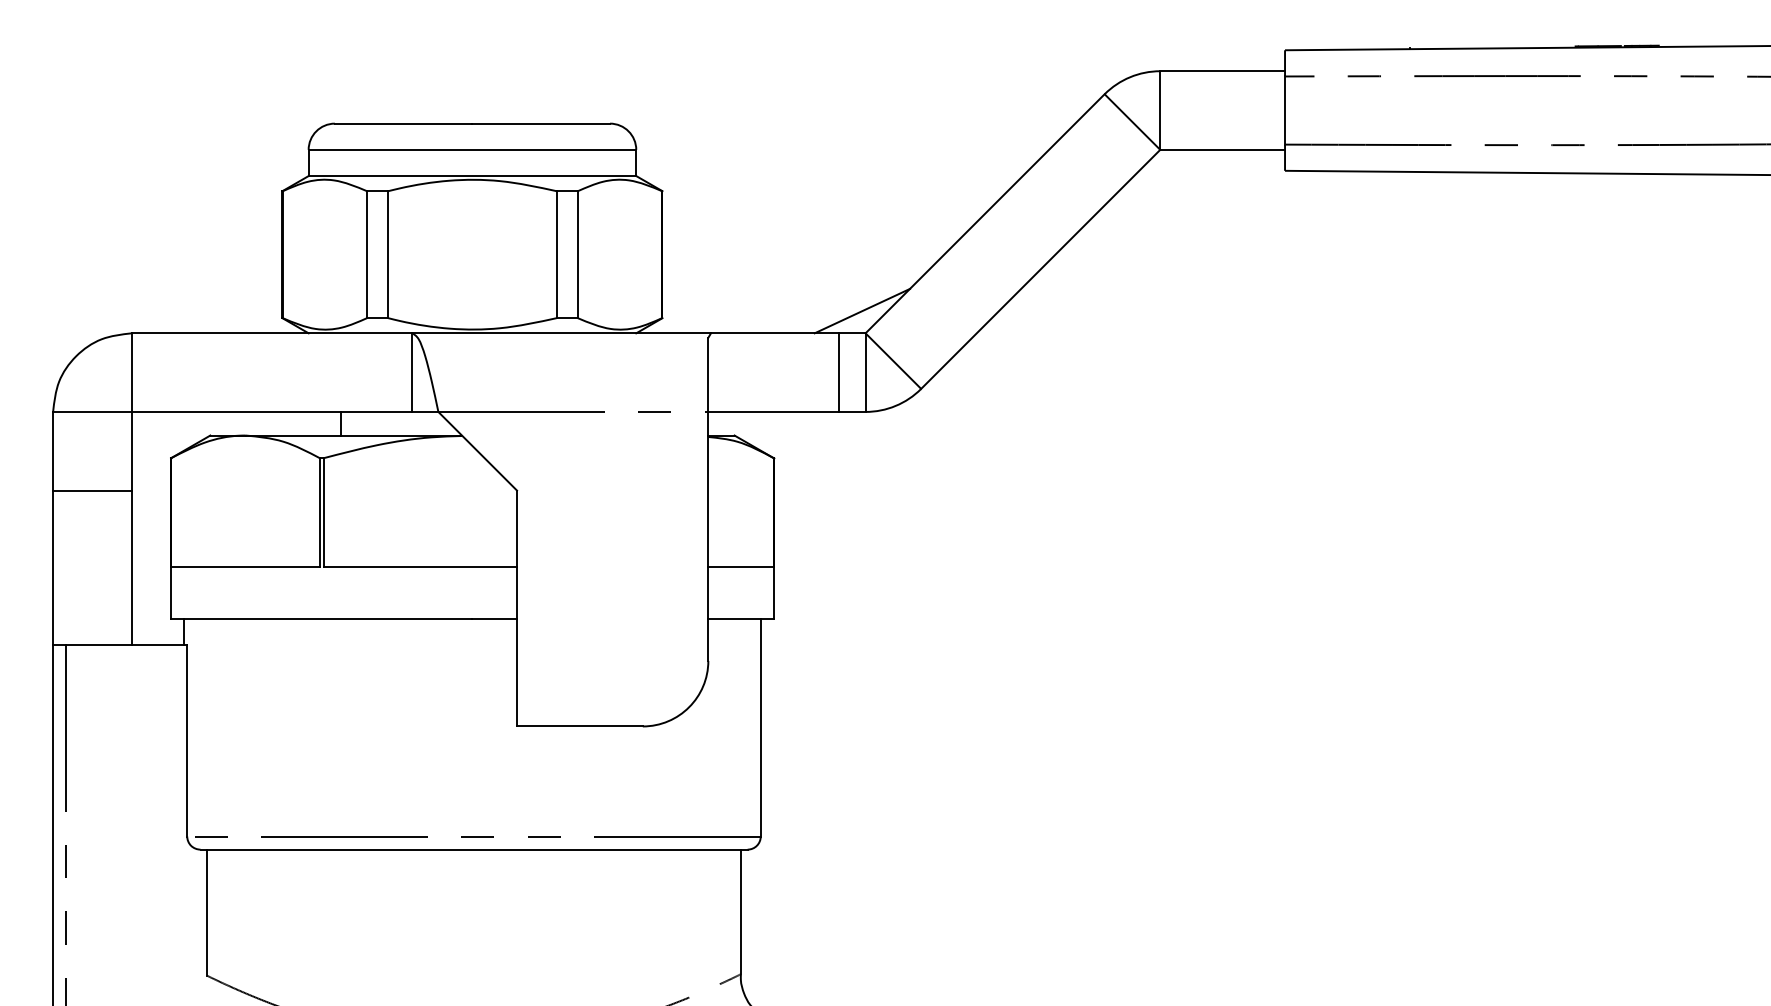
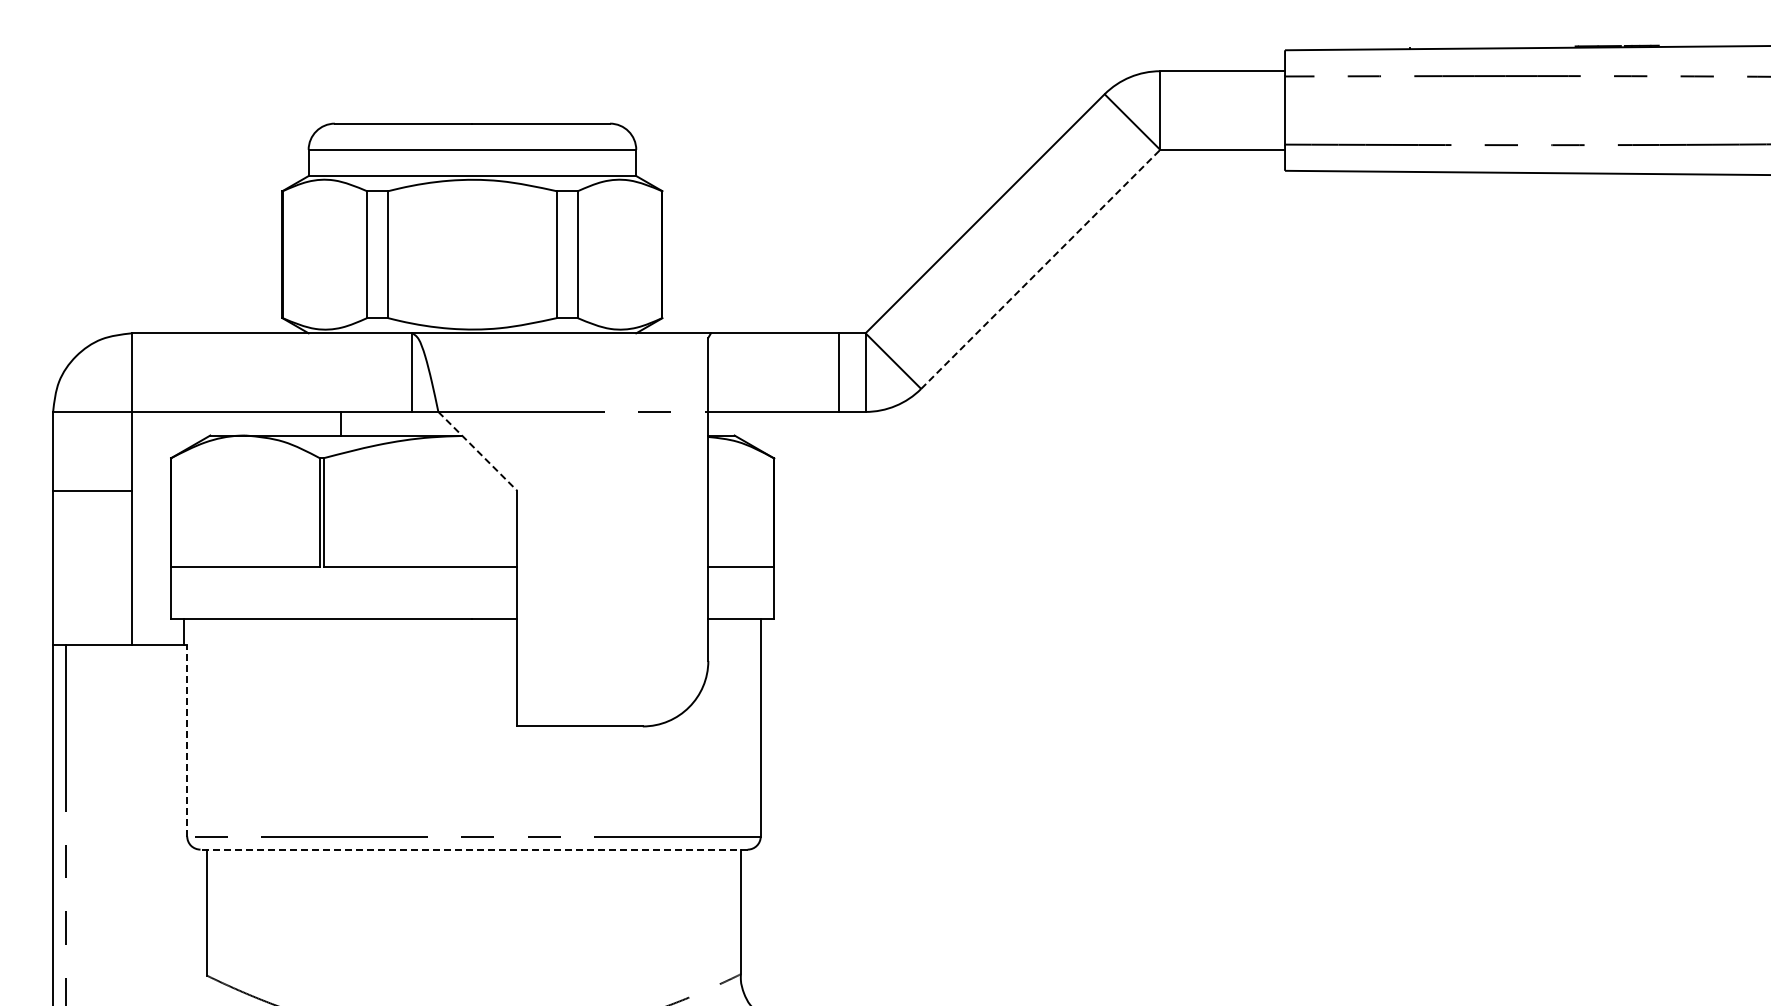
line at (1041, 269): solid -> dashed
line at (861, 310): present -> none
line at (477, 451): solid -> dashed
line at (187, 740): solid -> dashed
line at (474, 849): solid -> dashed
